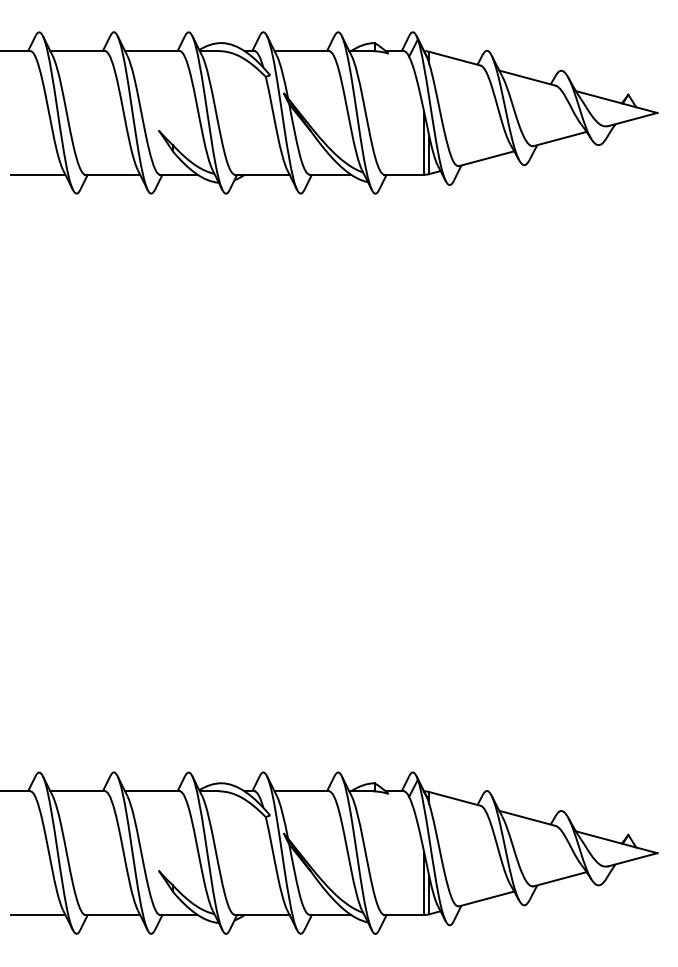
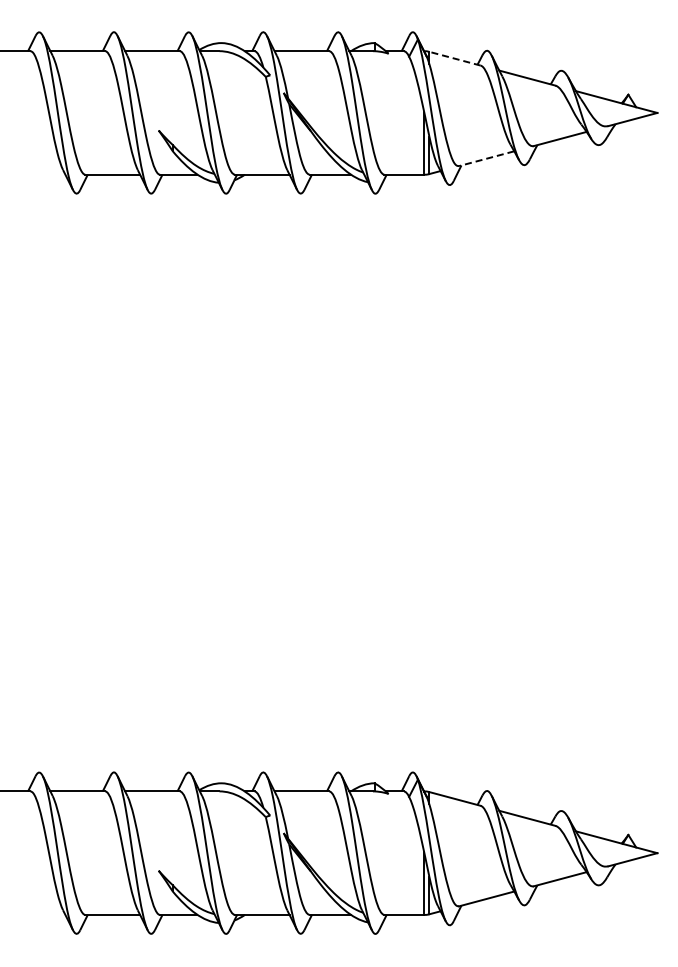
line at (455, 58): solid -> dashed
line at (486, 158): solid -> dashed
line at (37, 174): present -> none
line at (37, 914): present -> none
